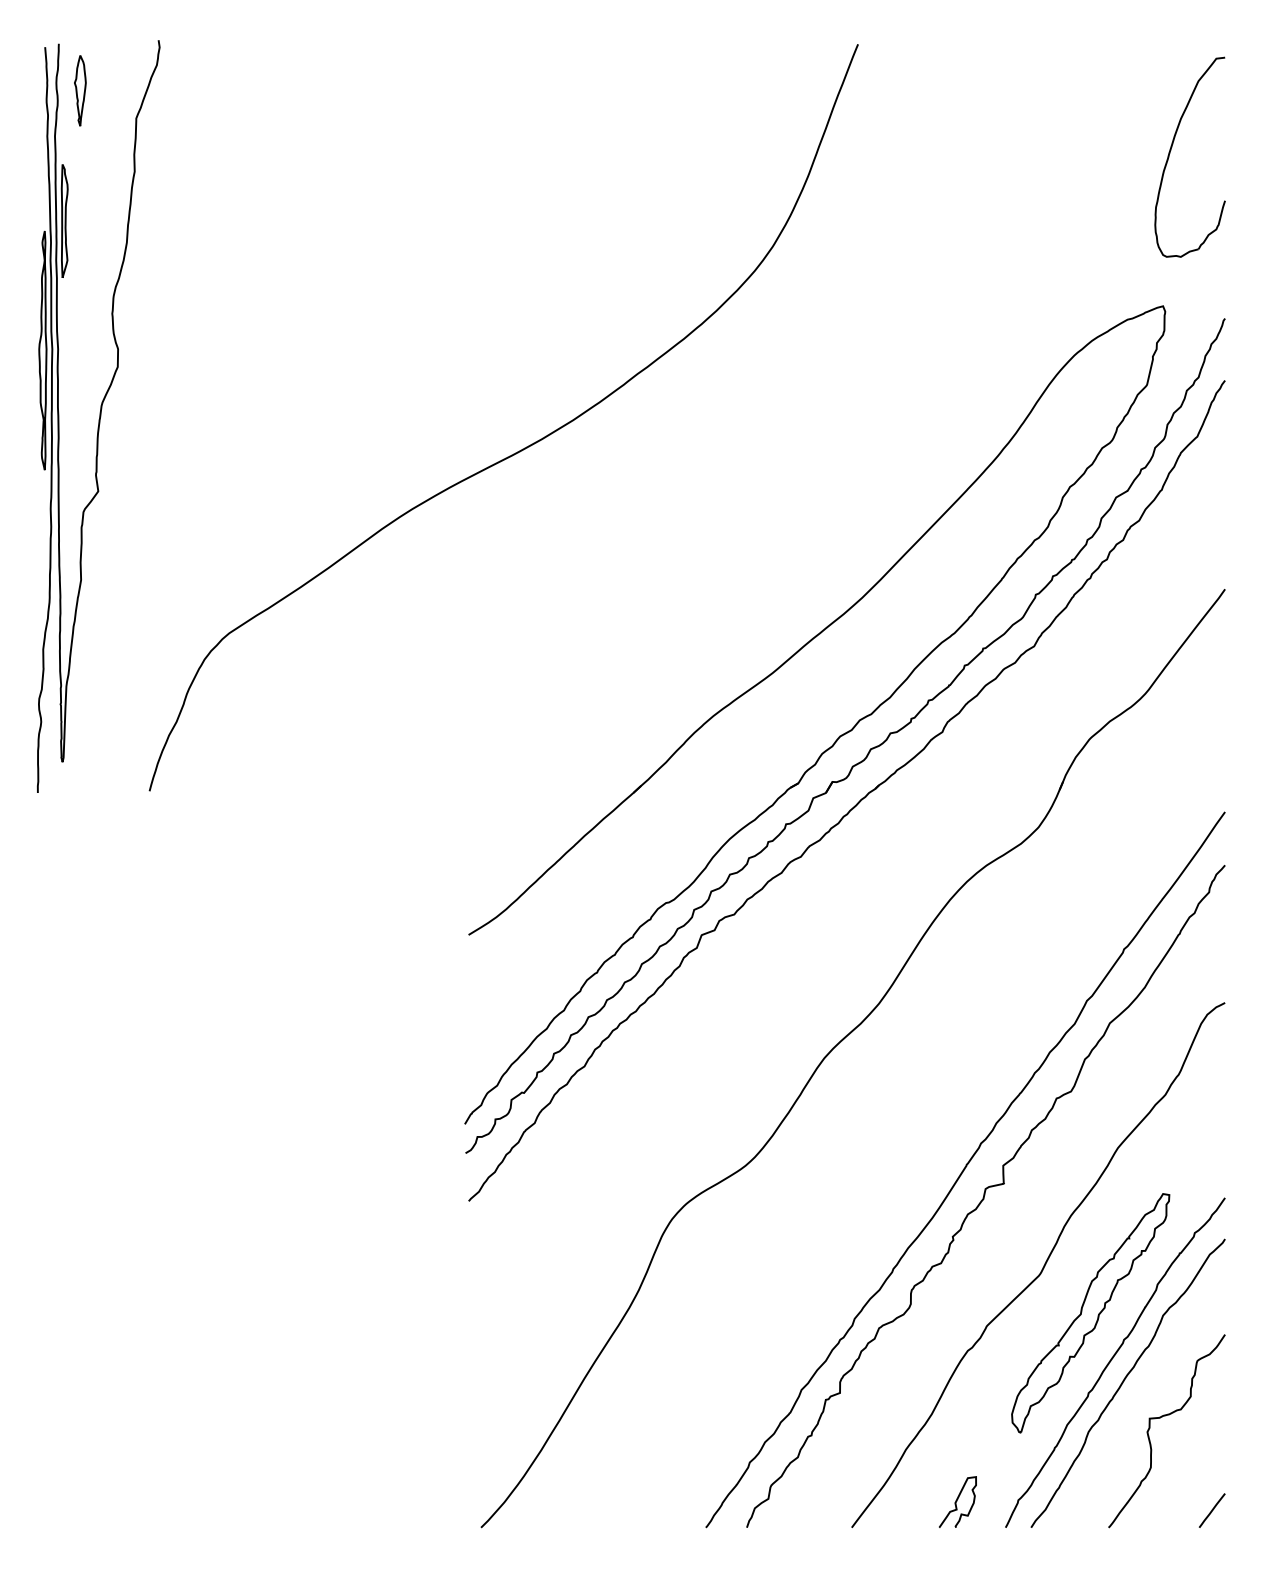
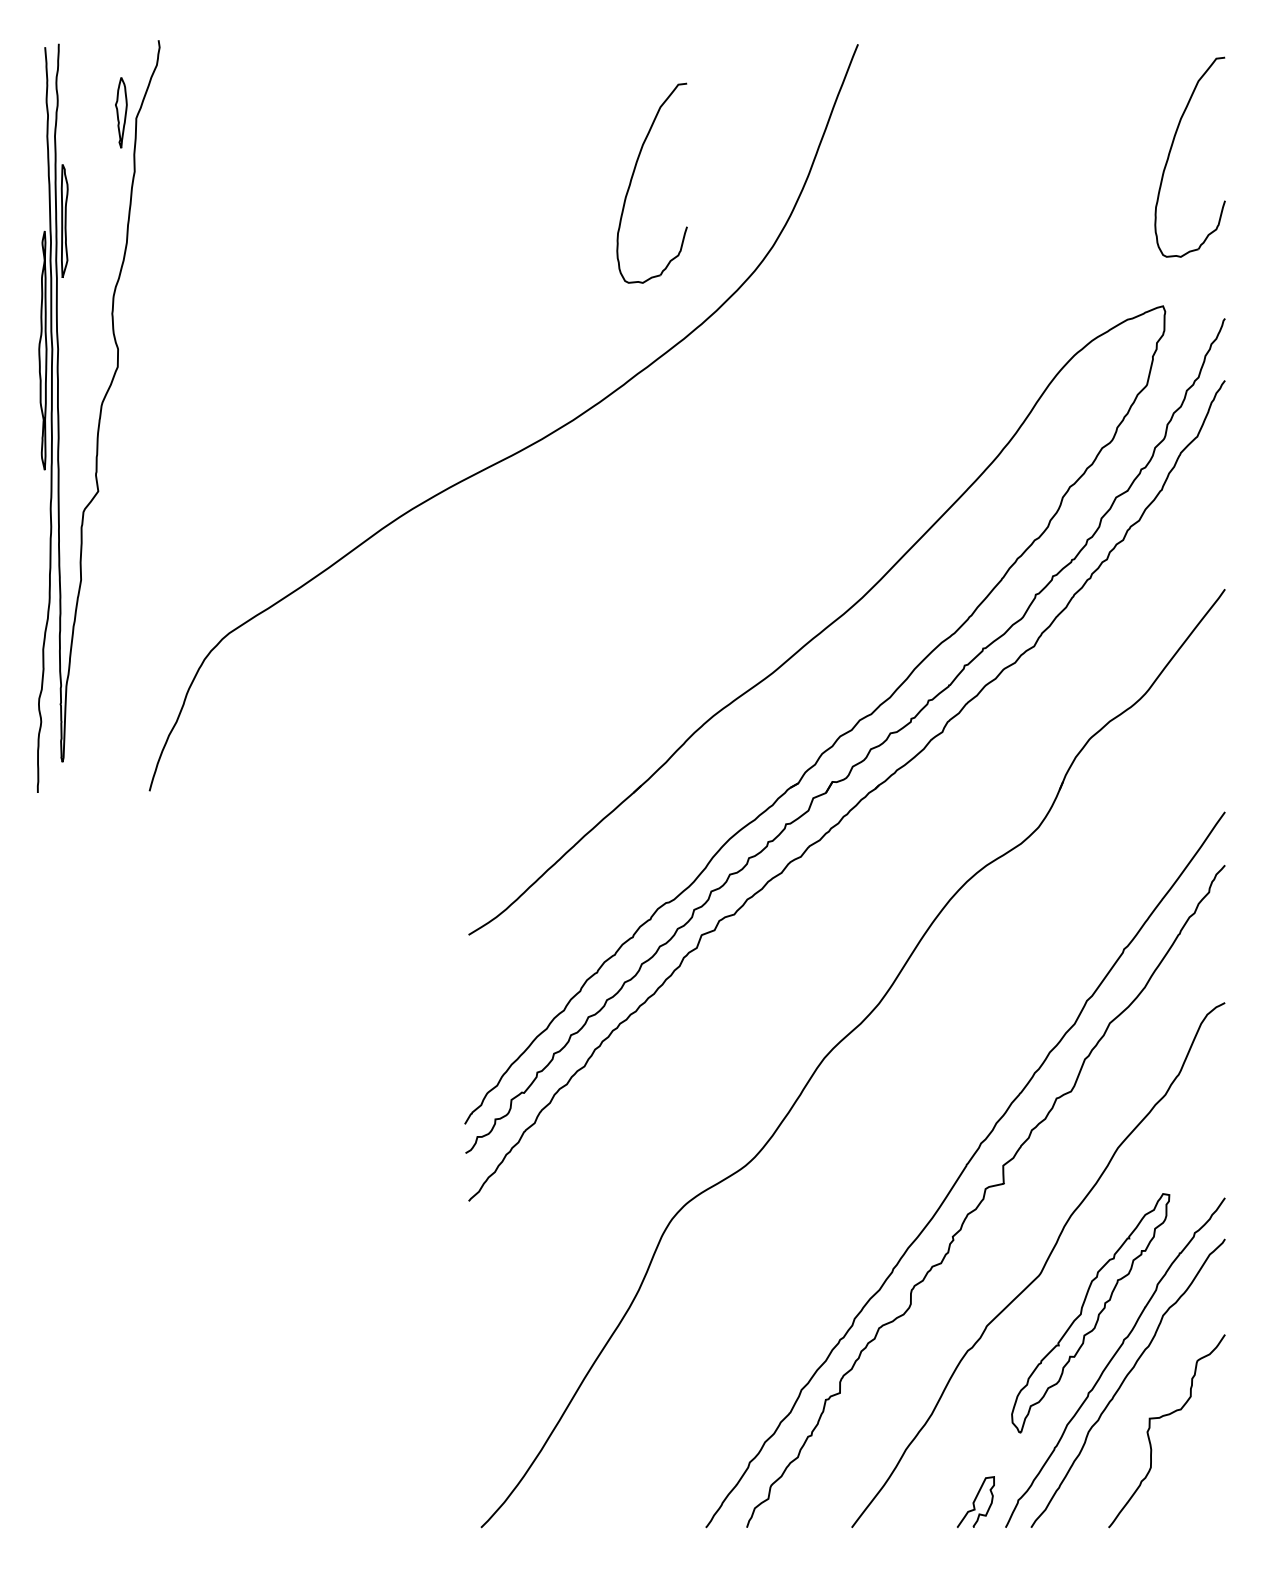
part at (80, 90) position: (80, 90) -> (121, 112)
part at (633, 176): none -> present
curve at (957, 1501) position: (957, 1501) -> (975, 1501)
line at (1211, 1510): present -> none
